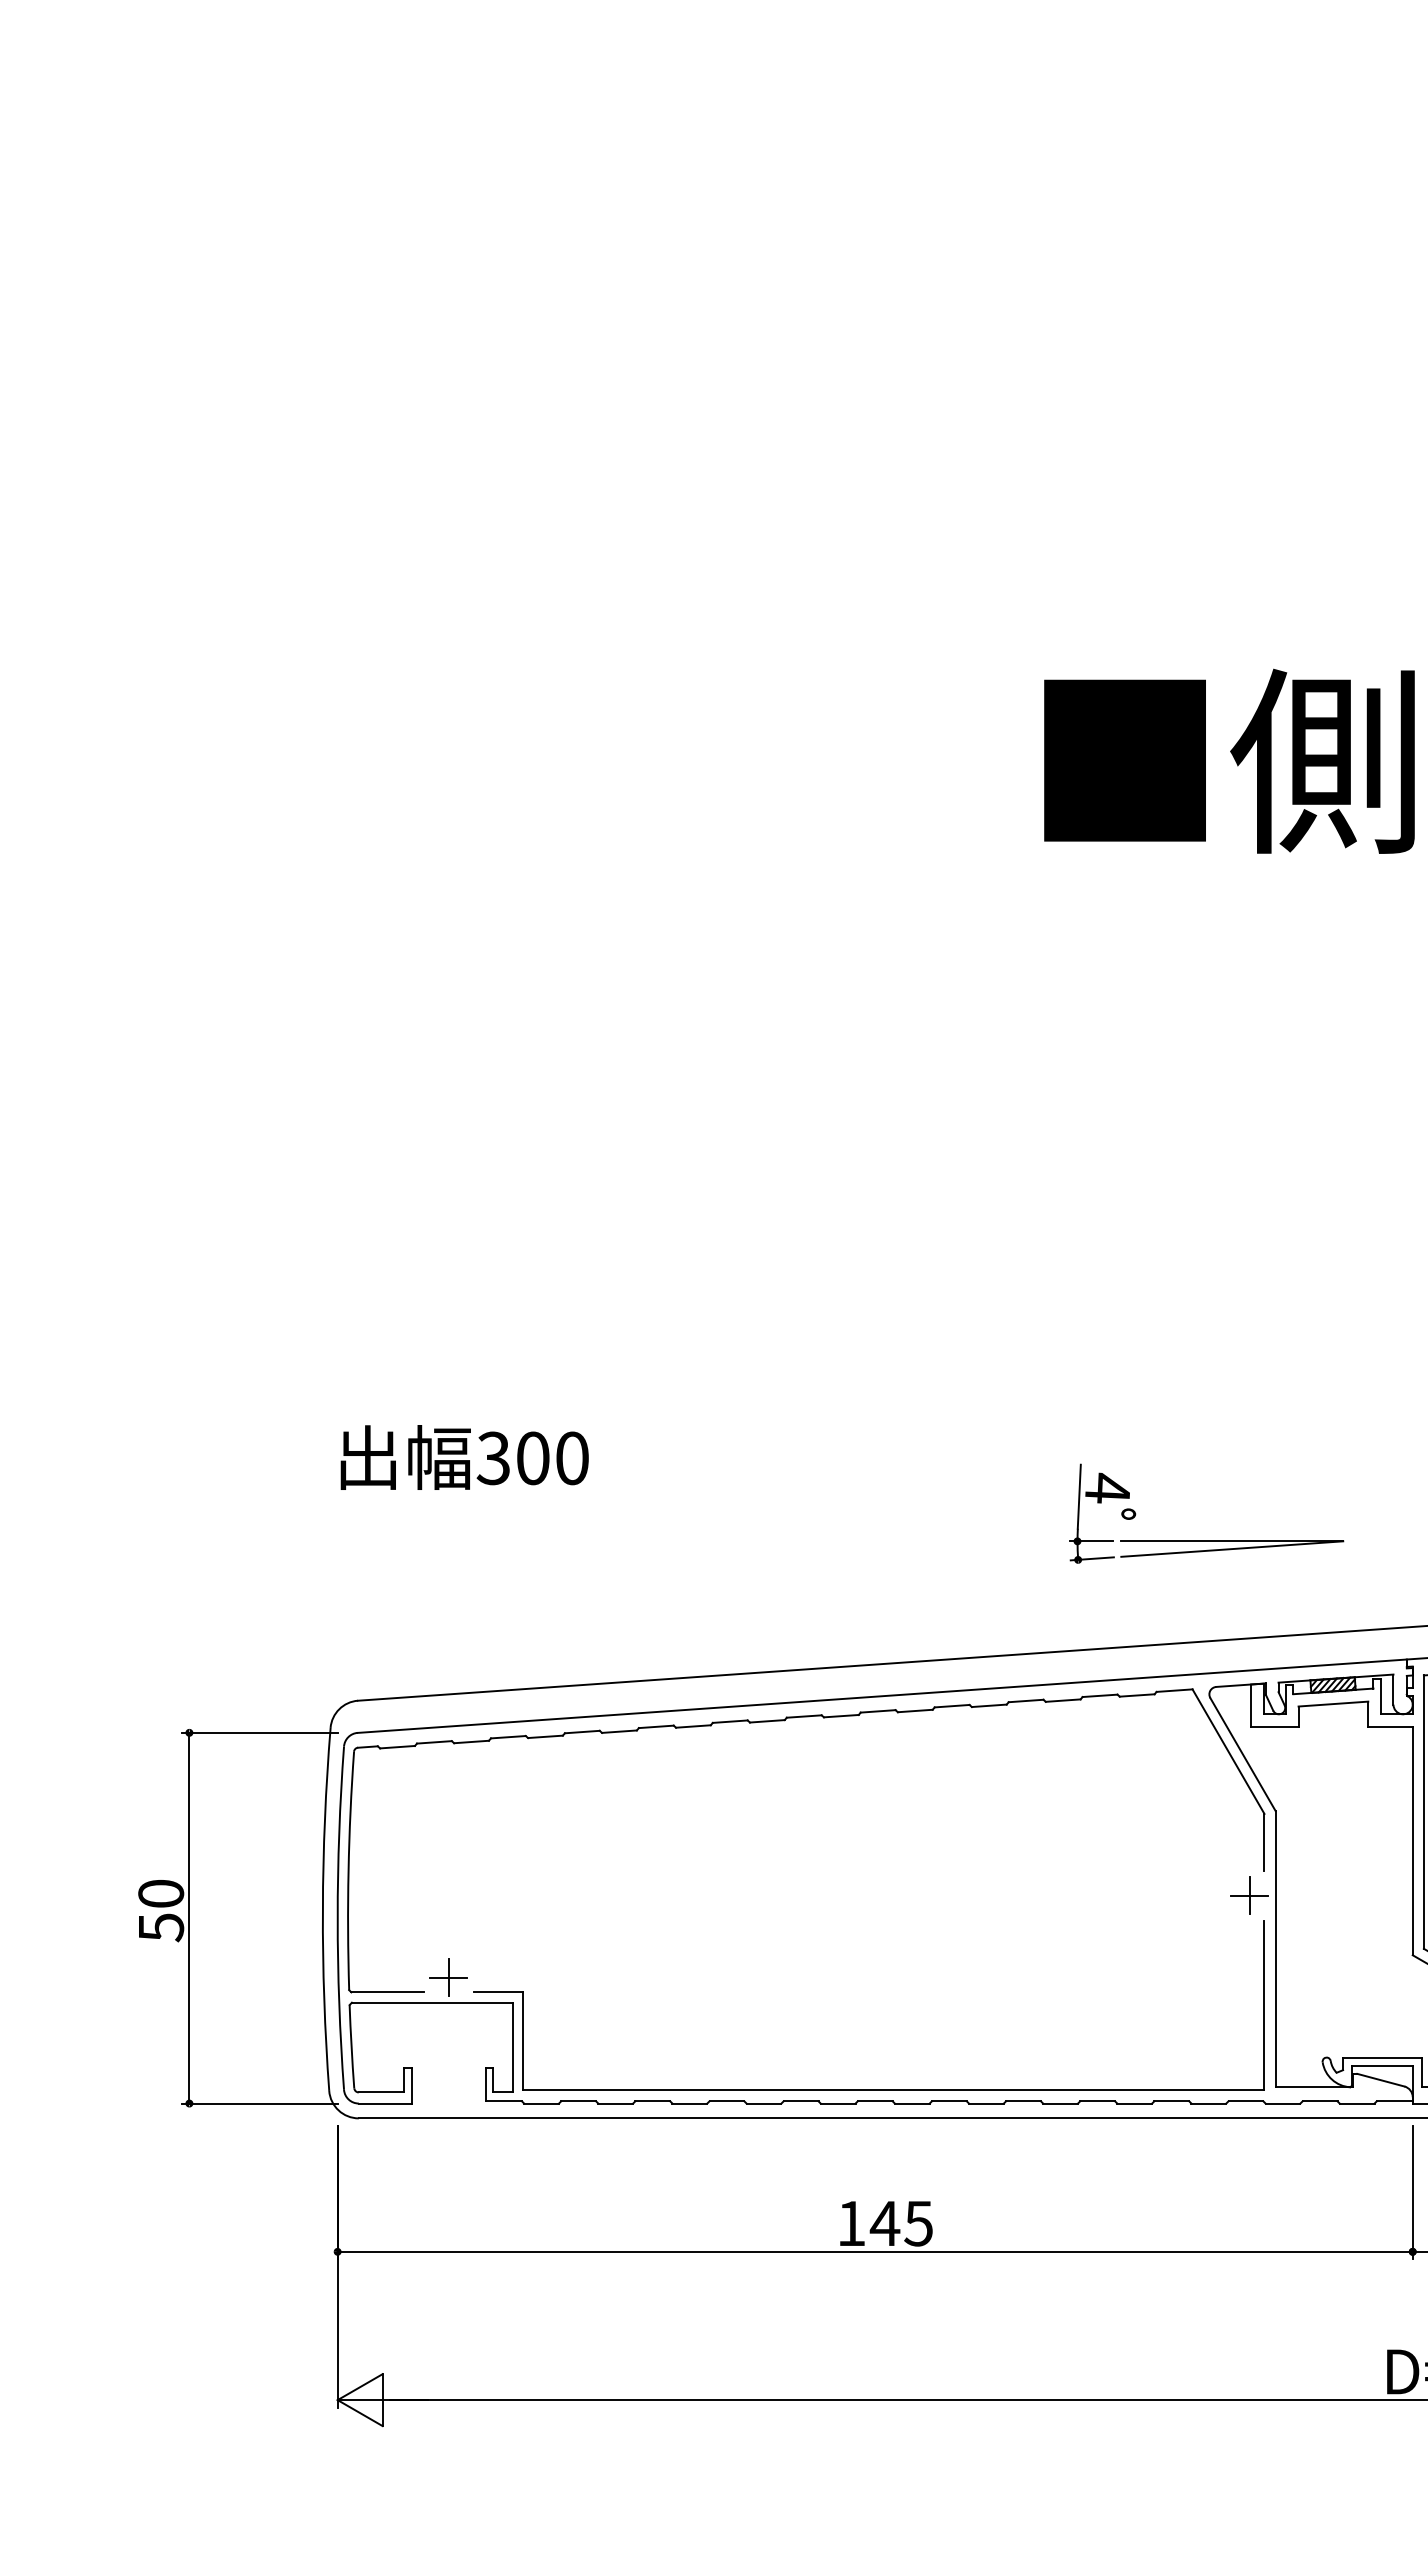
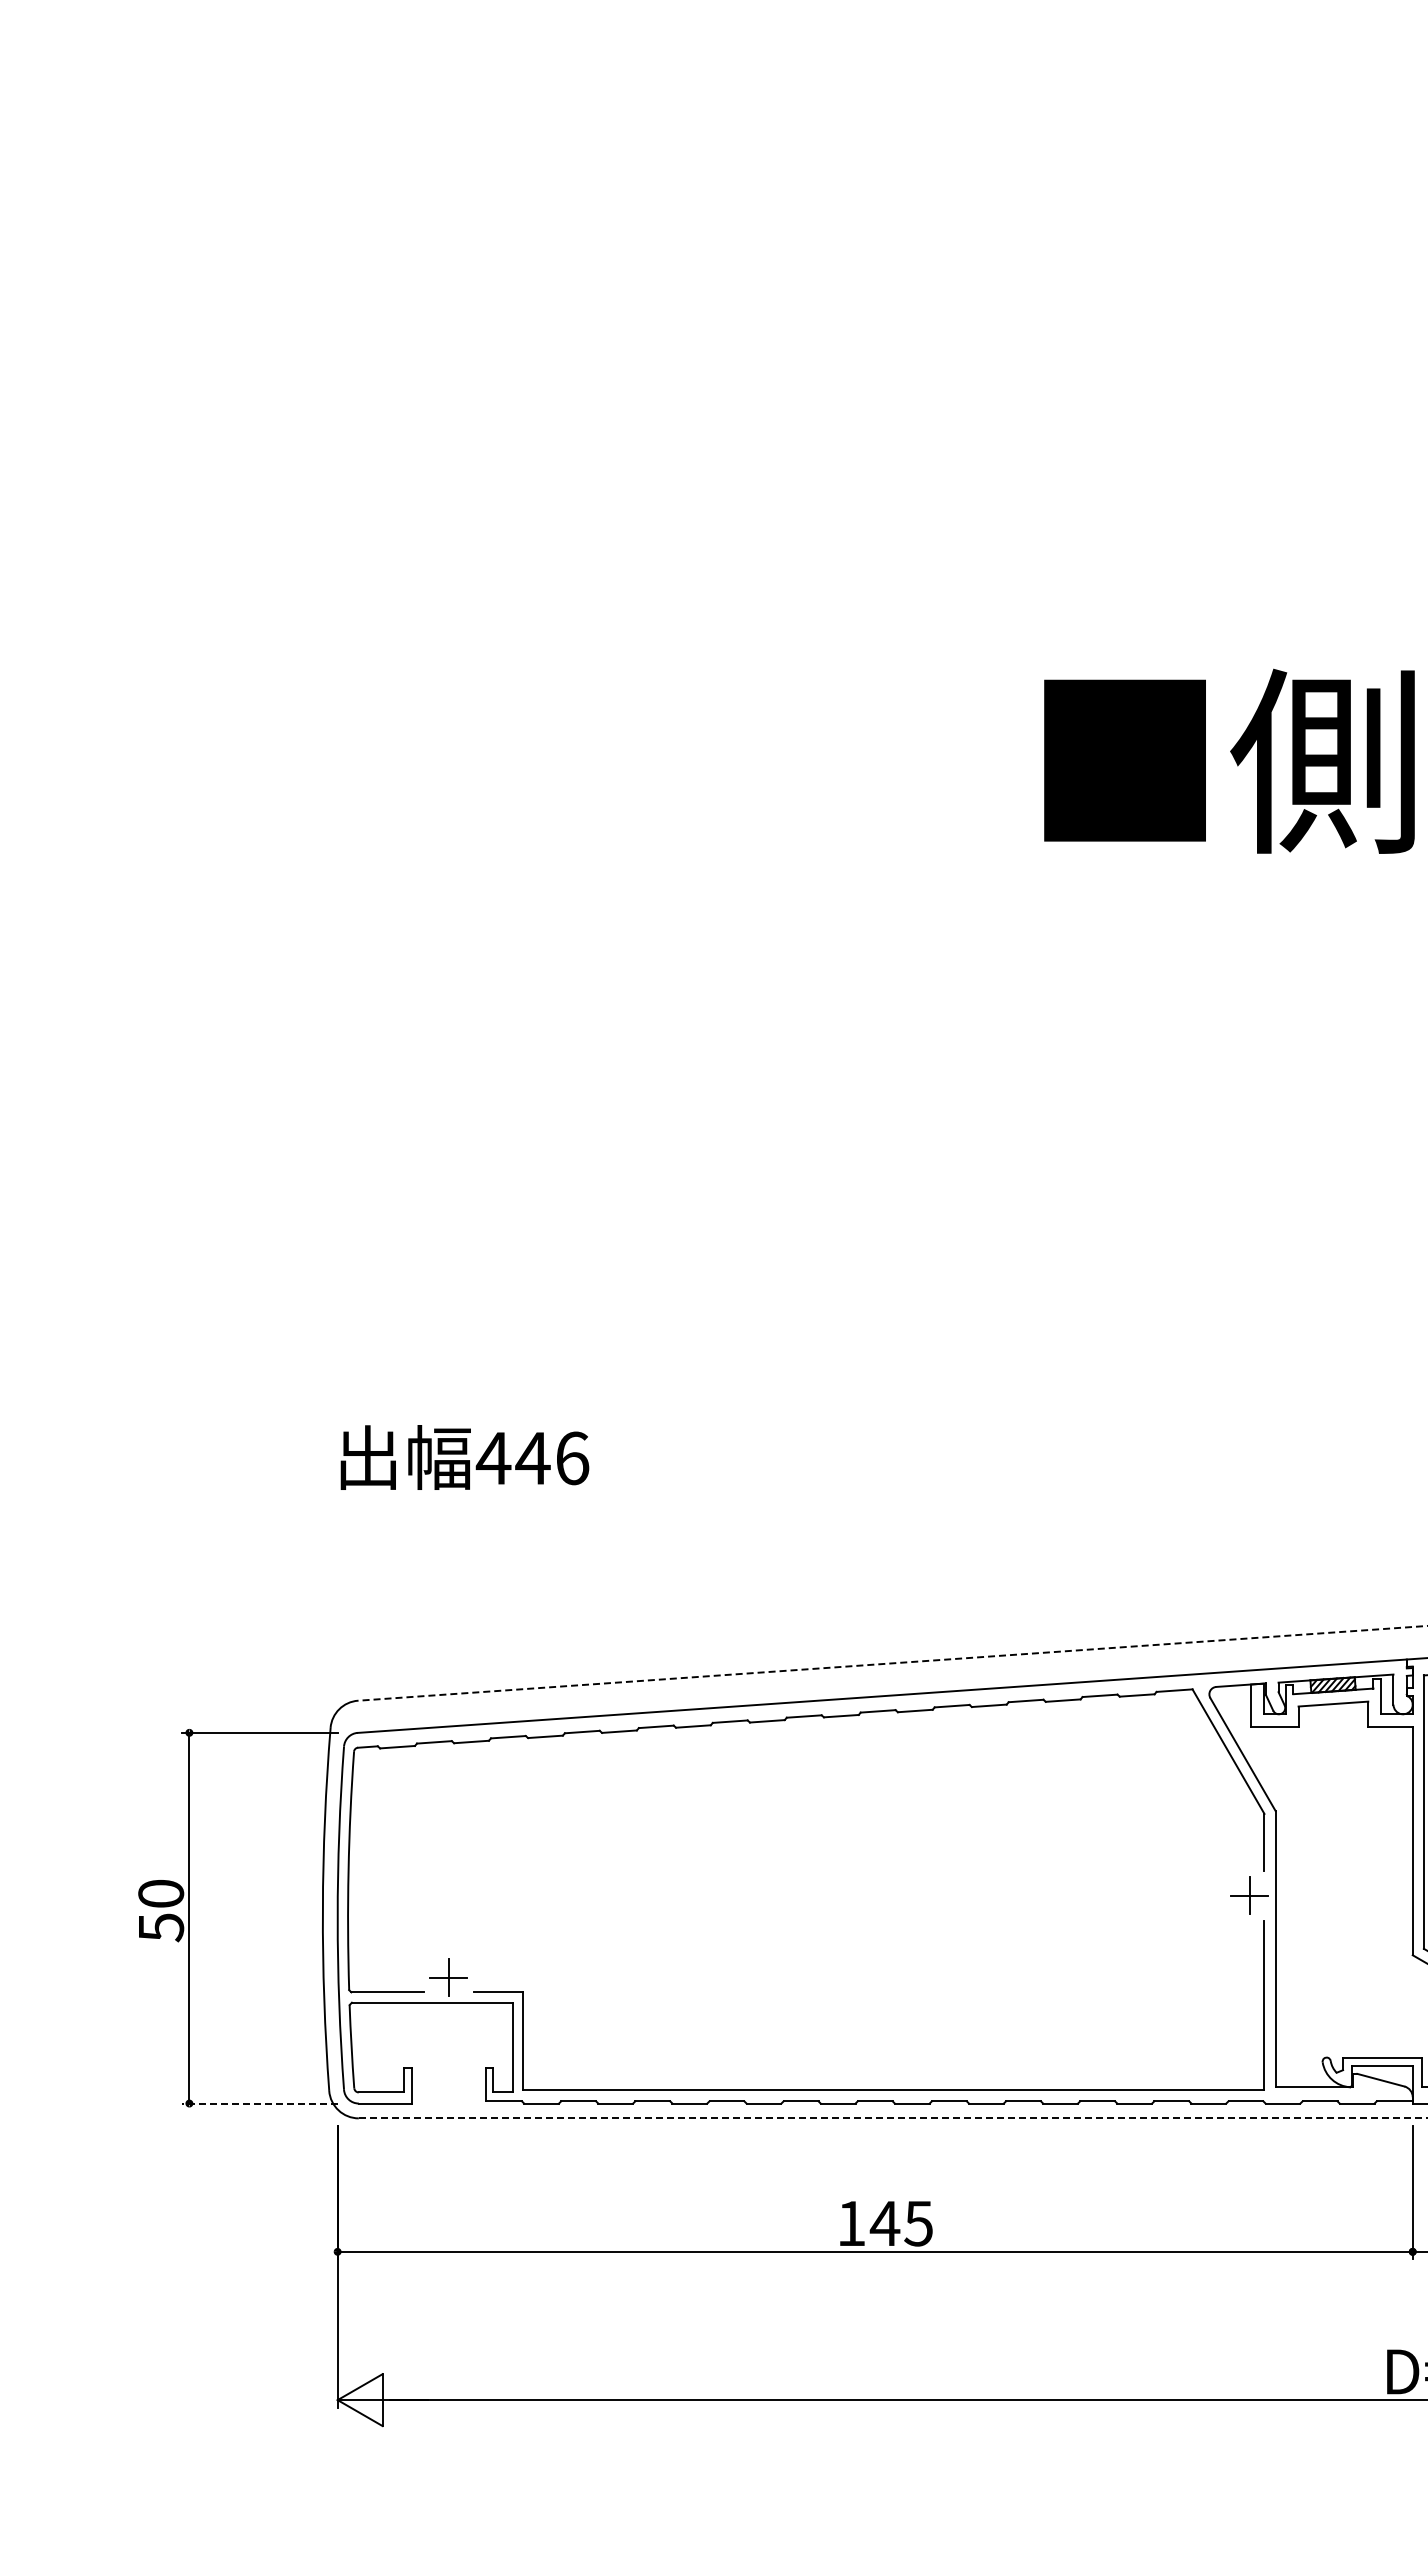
text at (532, 1458): 300 -> 446
part at (1206, 1540): present -> none
line at (892, 1663): solid -> dashed
line at (259, 2103): solid -> dashed
line at (893, 2118): solid -> dashed
